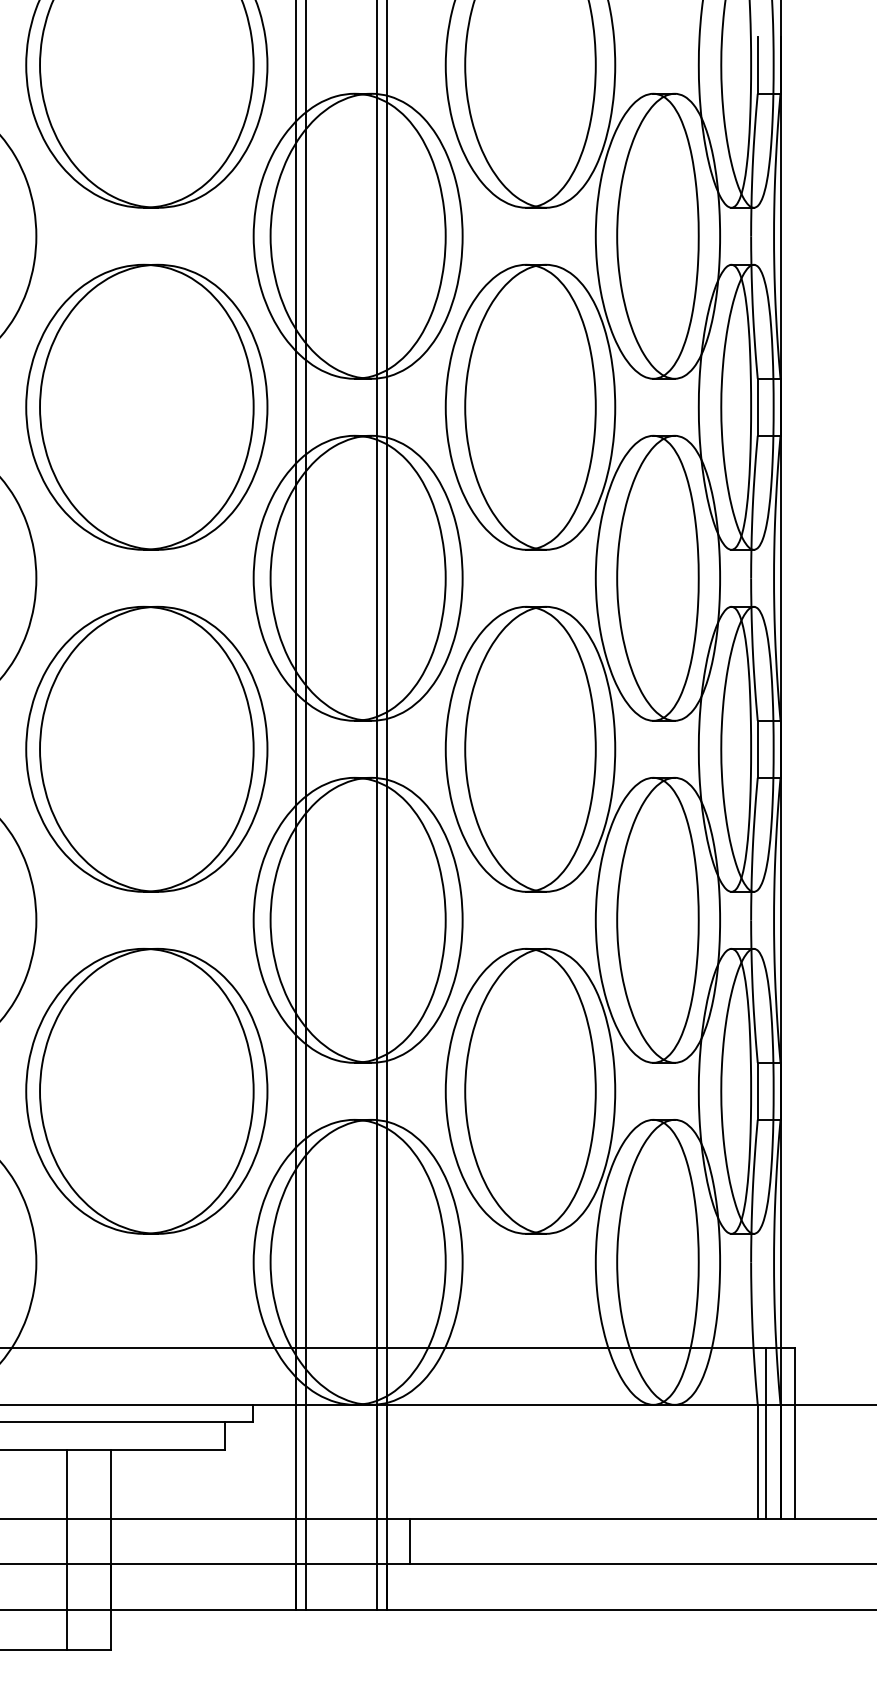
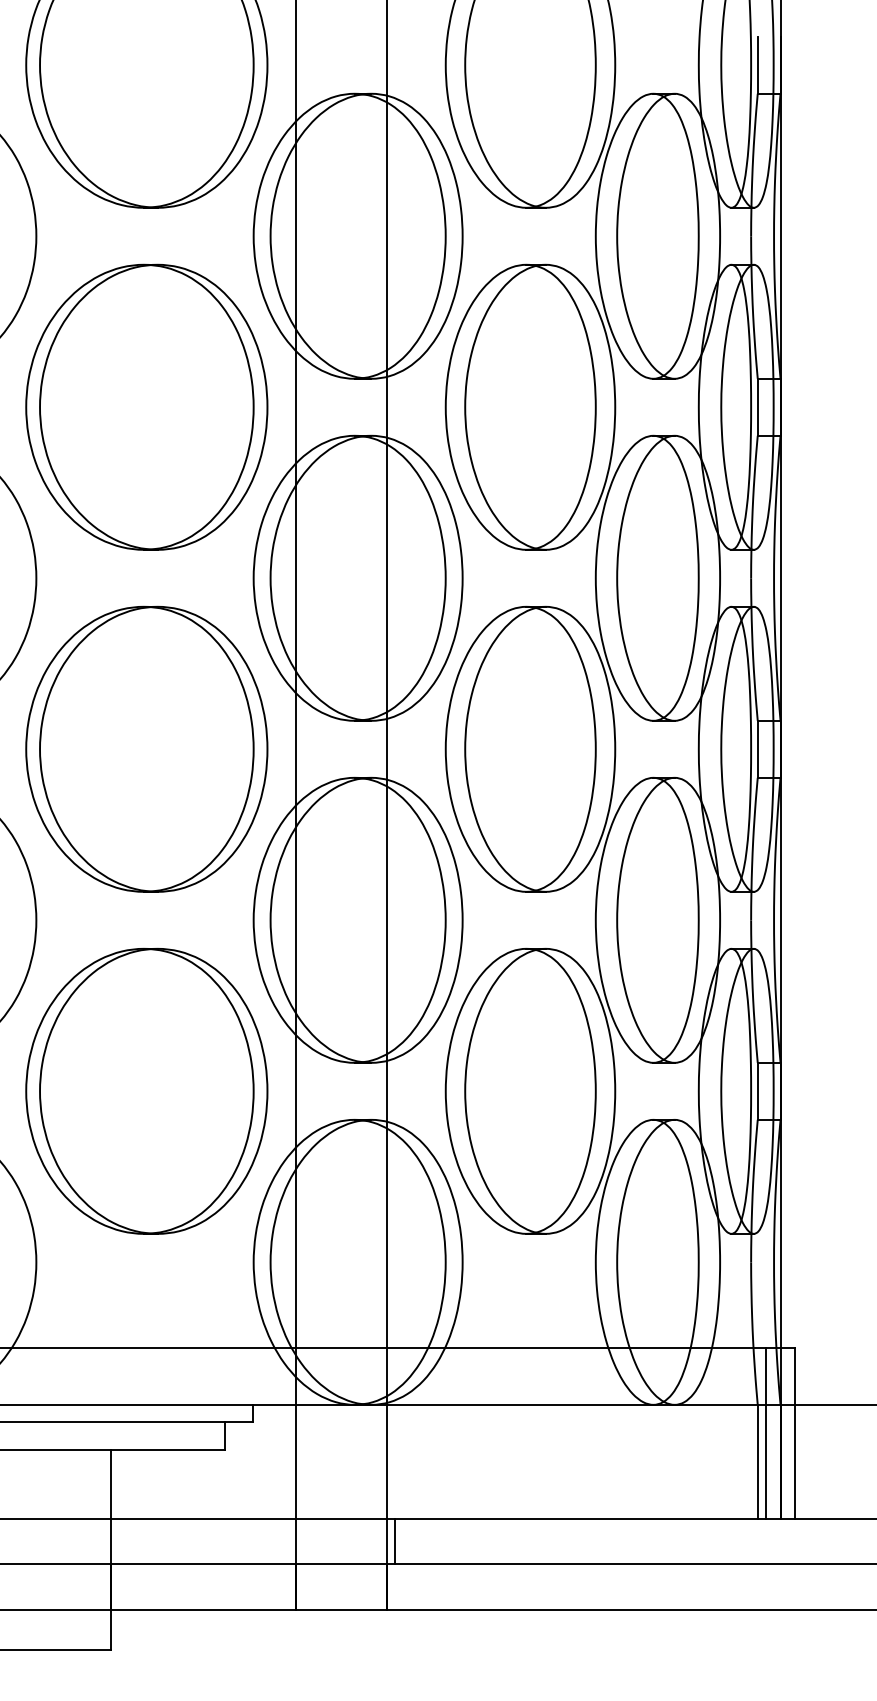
line at (306, 806): present -> none
line at (376, 806): present -> none
line at (410, 1541) position: (410, 1541) -> (395, 1541)
line at (66, 1549): present -> none
